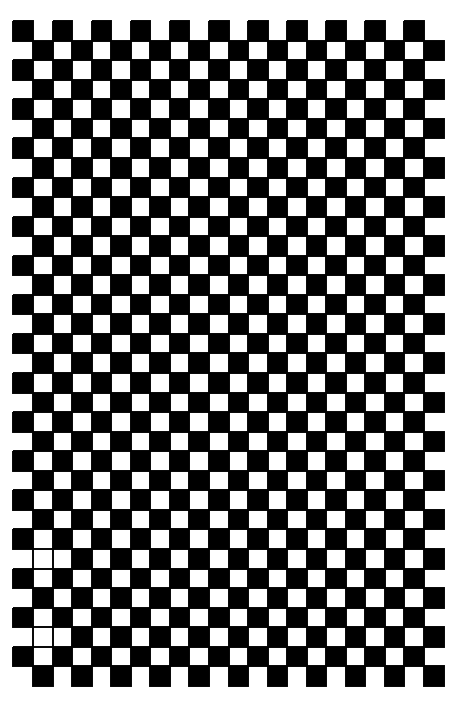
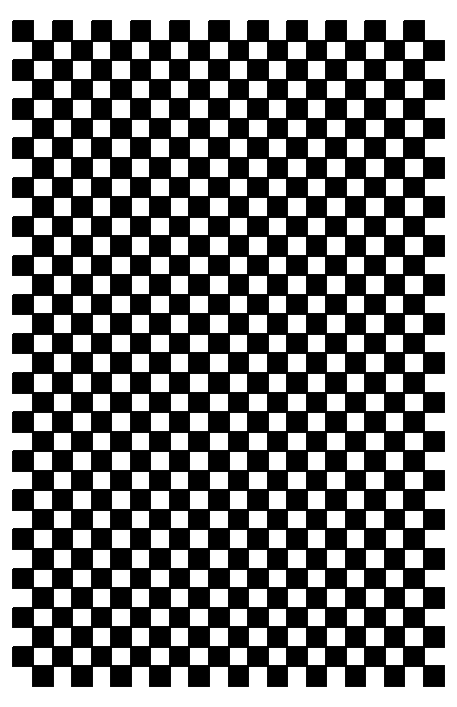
fill at (42, 558): none -> present
fill at (42, 636): none -> present
